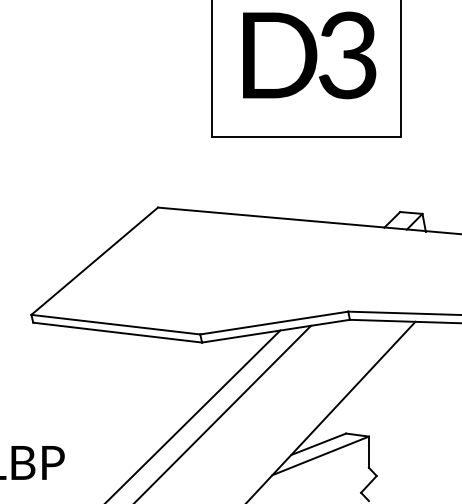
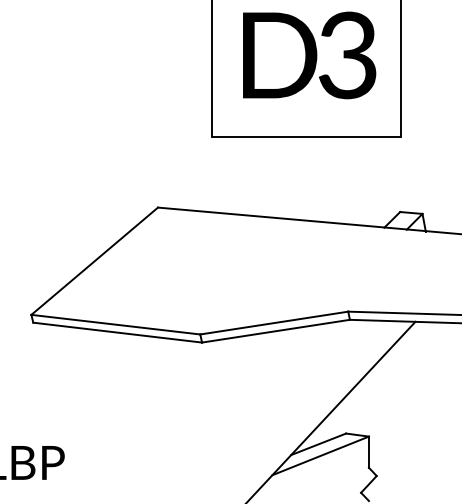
line at (223, 412): present -> none
line at (193, 415): present -> none
